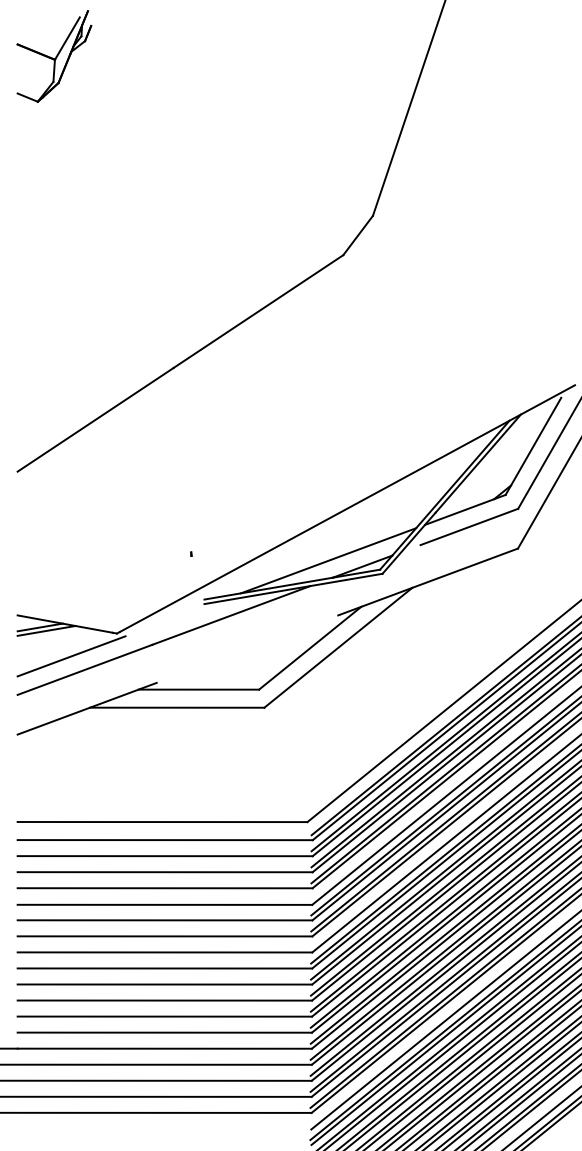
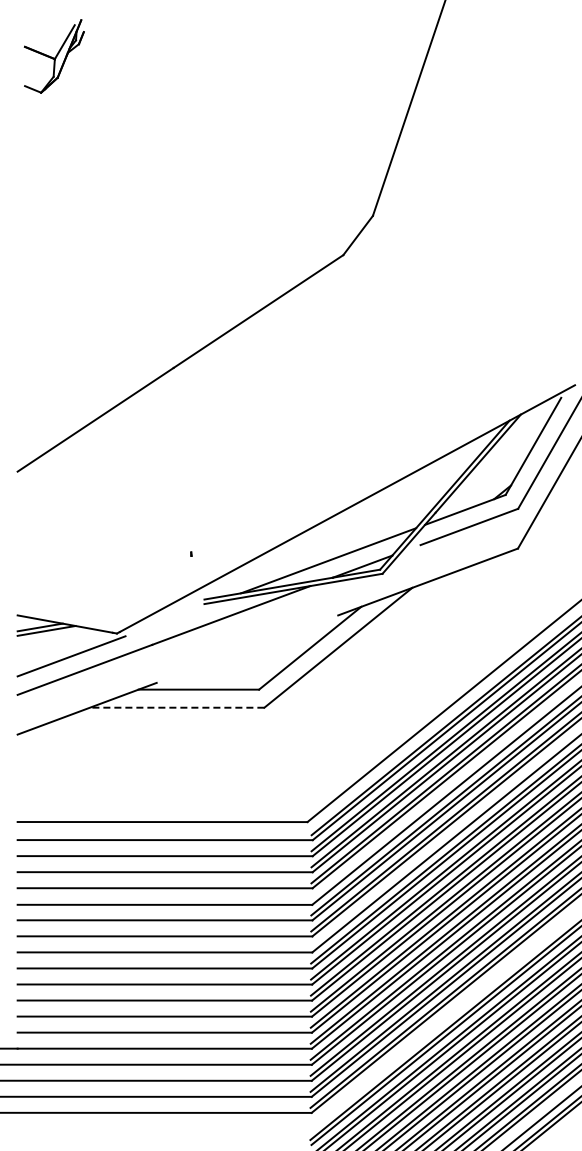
part at (54, 56) size: 77x93 px -> 62x75 px
line at (176, 707): solid -> dashed
line at (444, 1020): present -> none
